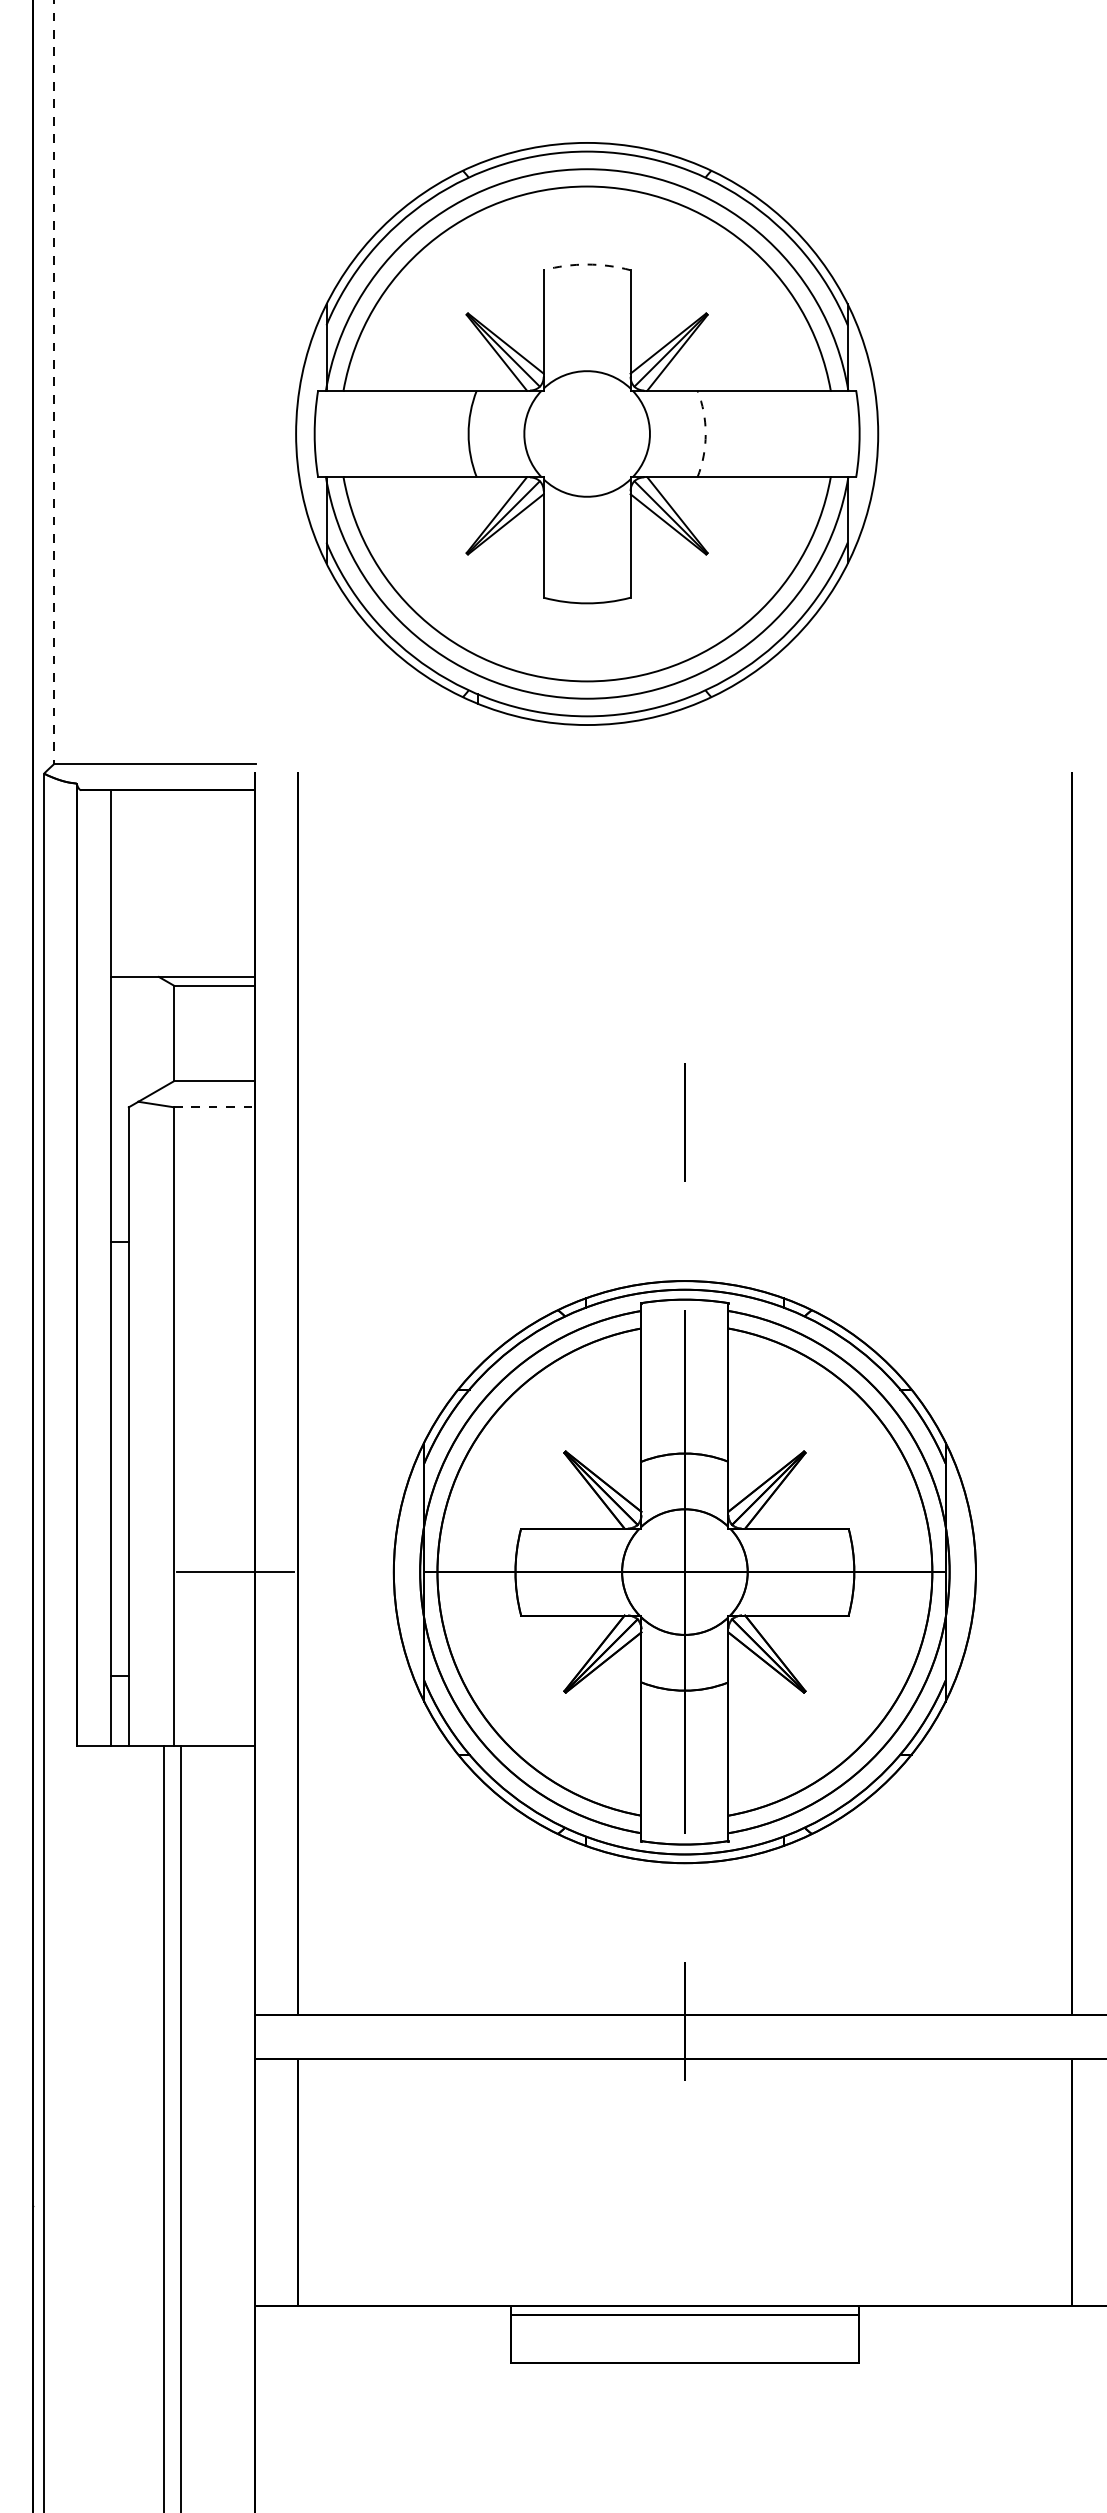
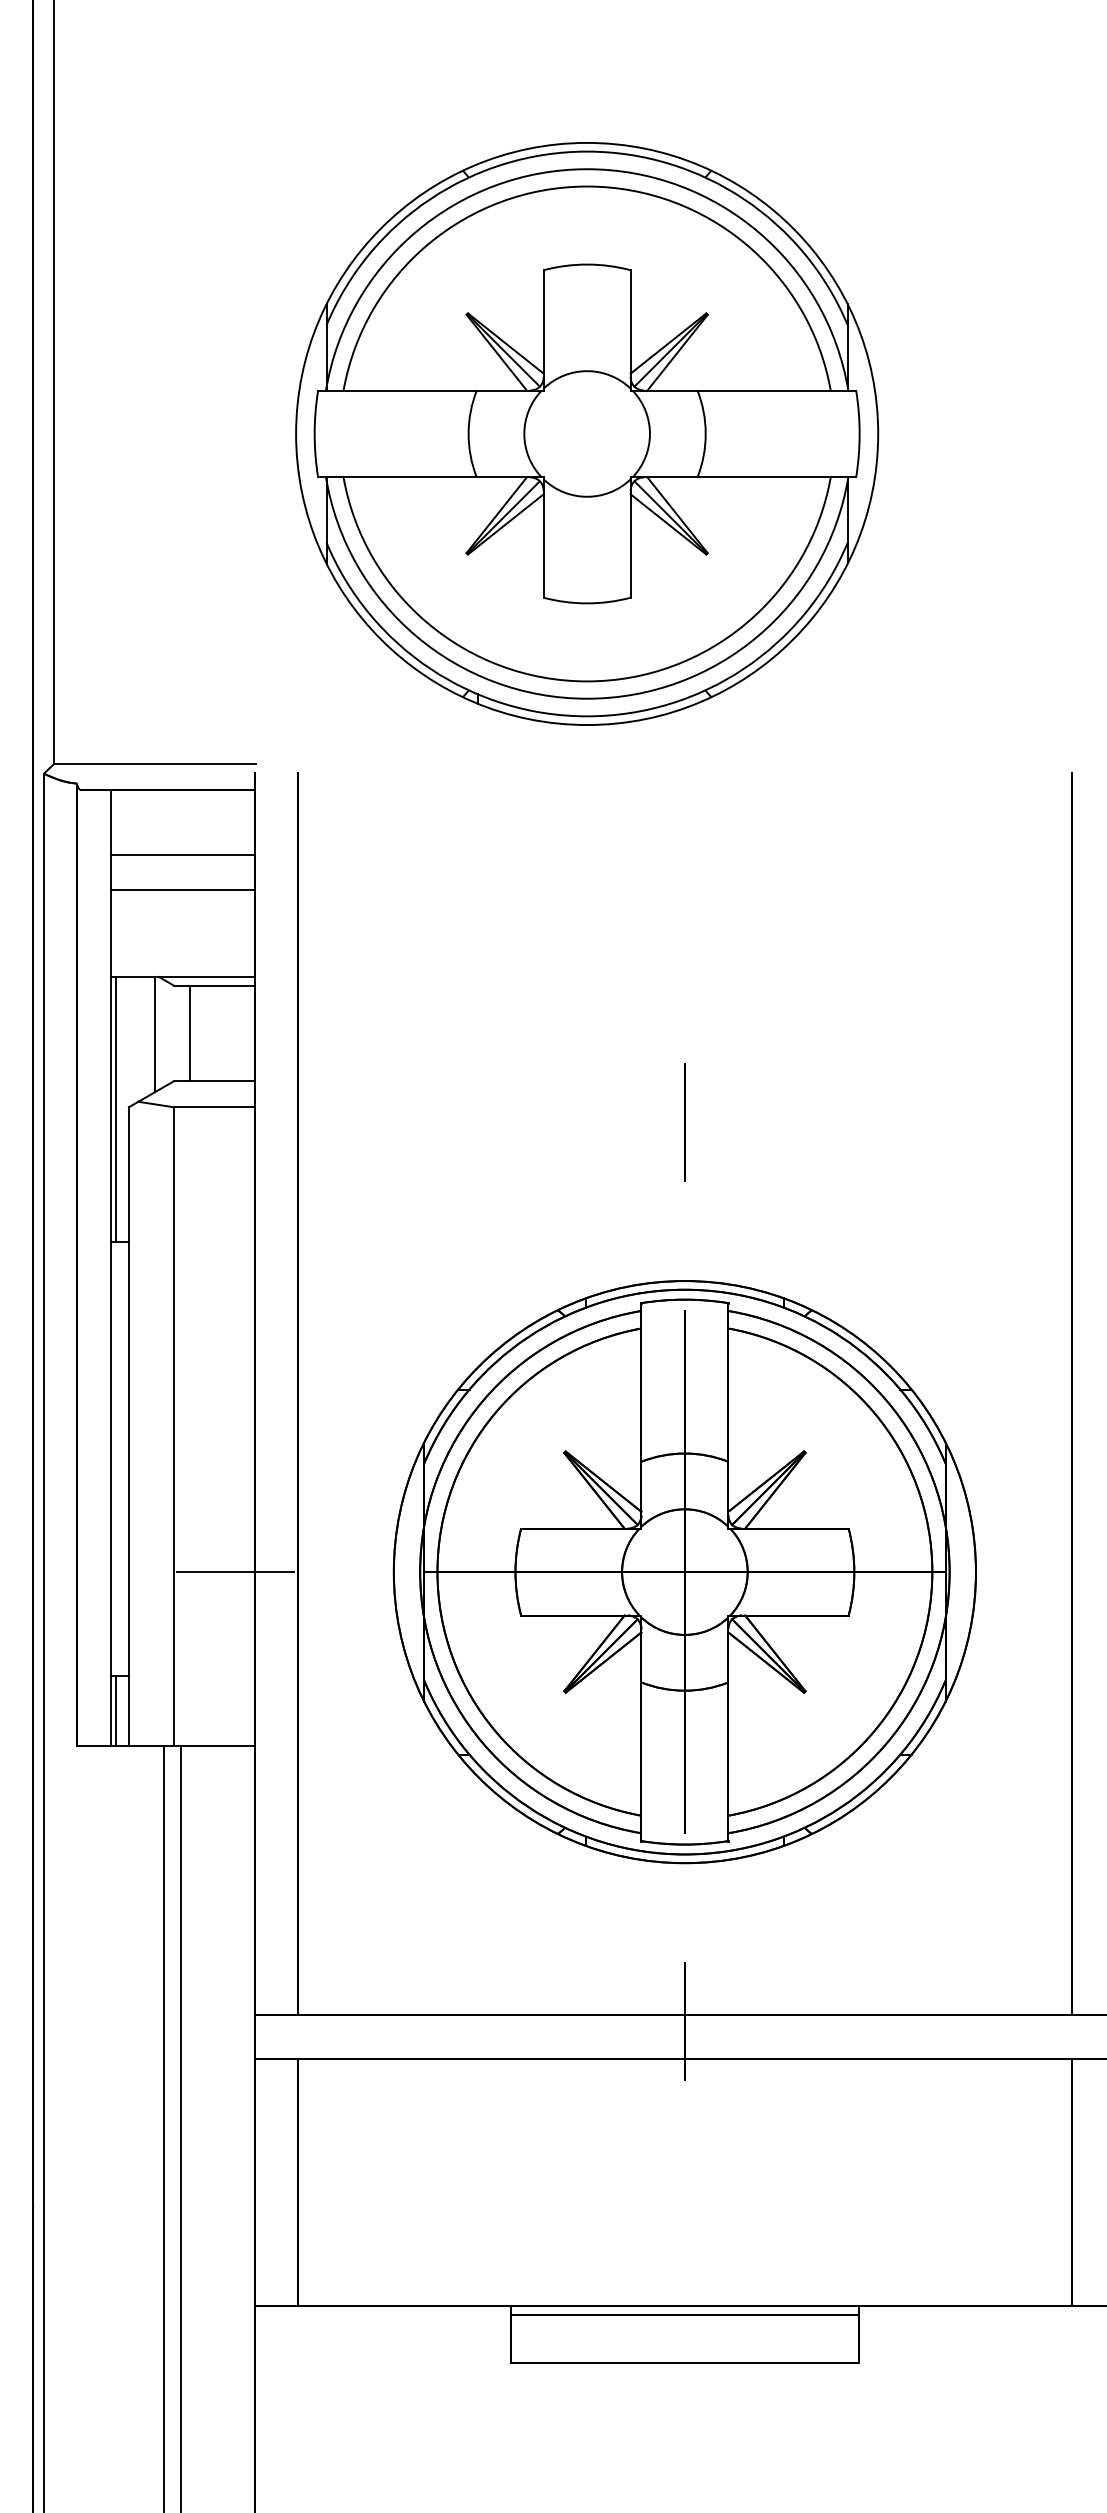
arc at (587, 264): dashed -> solid
line at (54, 382): dashed -> solid
arc at (705, 433): dashed -> solid
line at (182, 855): none -> present
line at (182, 890): none -> present
line at (173, 1033) position: (173, 1033) -> (189, 1033)
line at (154, 1034): none -> present
line at (214, 1107): dashed -> solid
line at (115, 1108): none -> present
line at (115, 1710): none -> present
